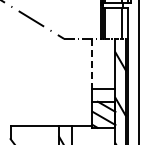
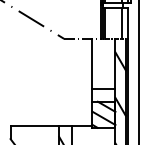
line at (92, 64): dashed -> solid
